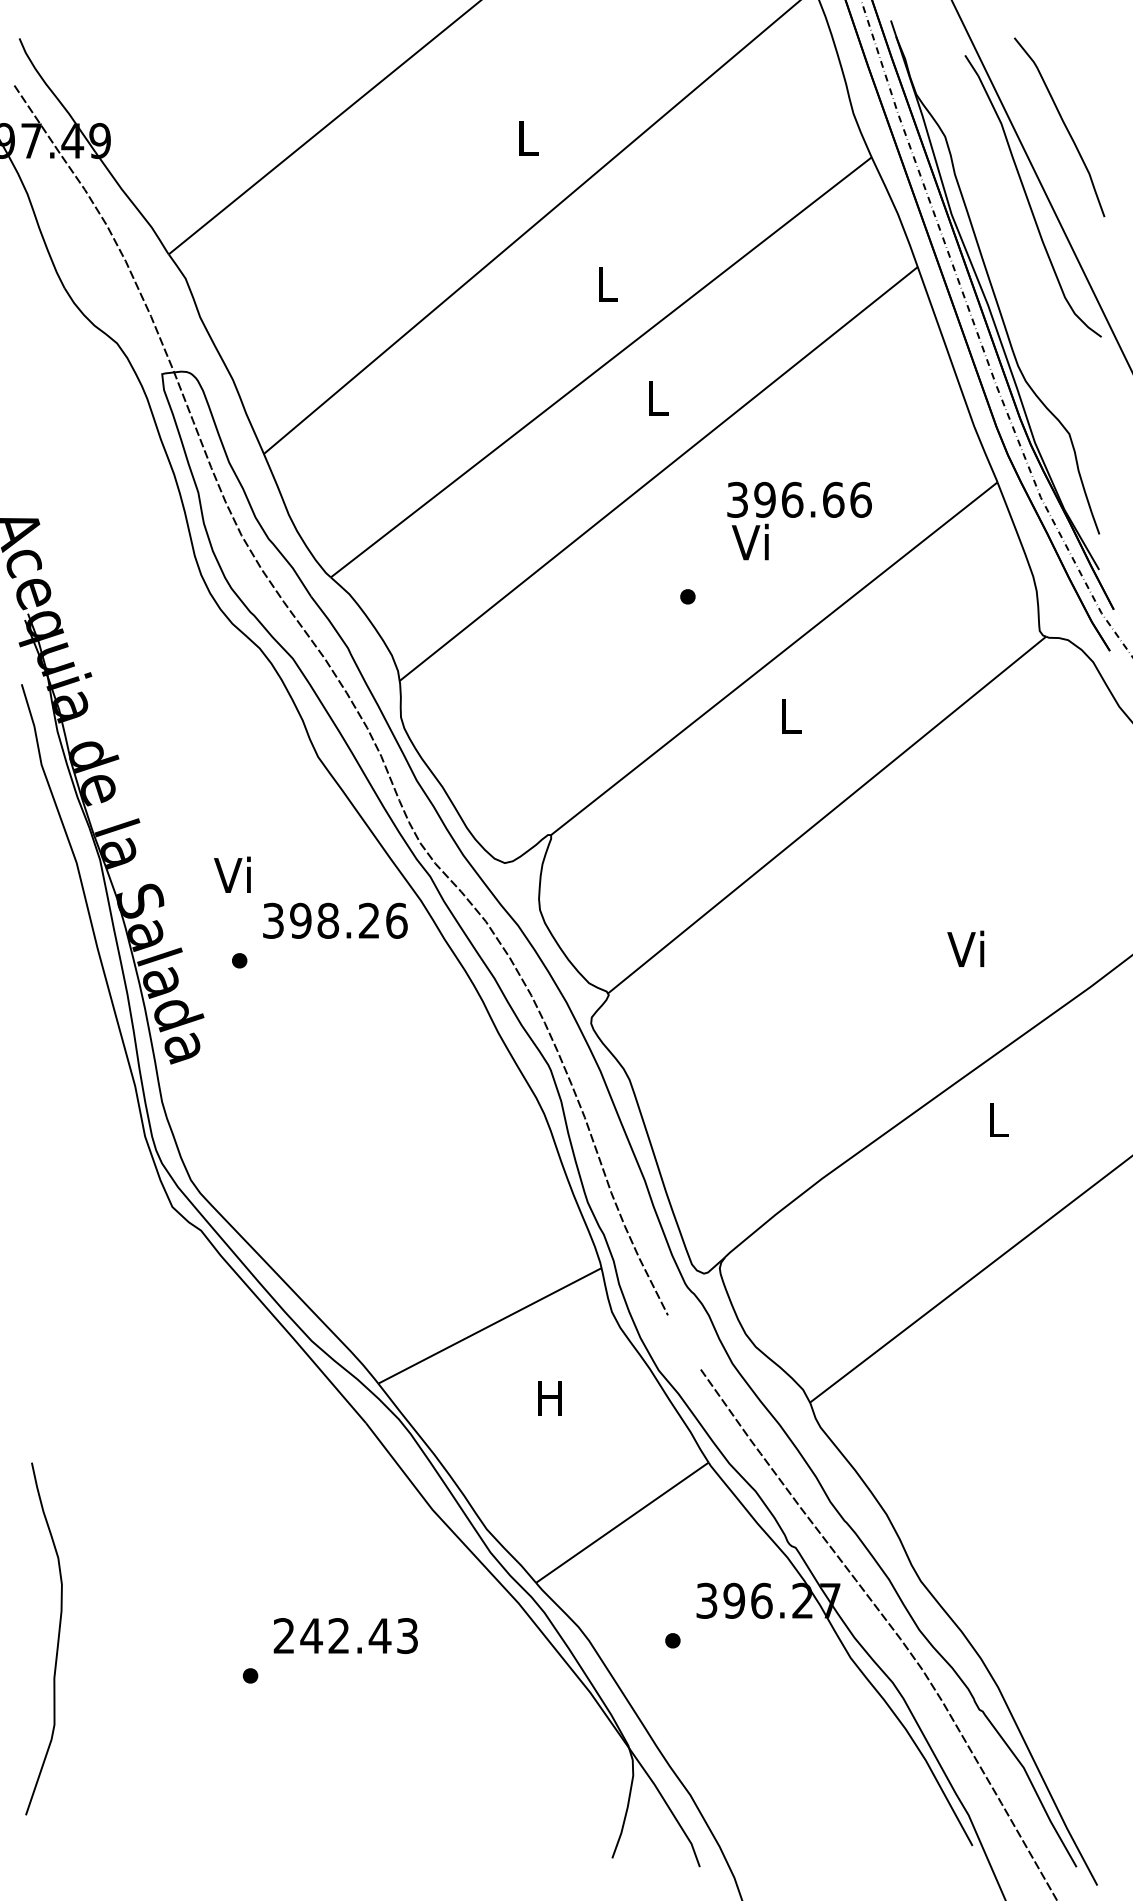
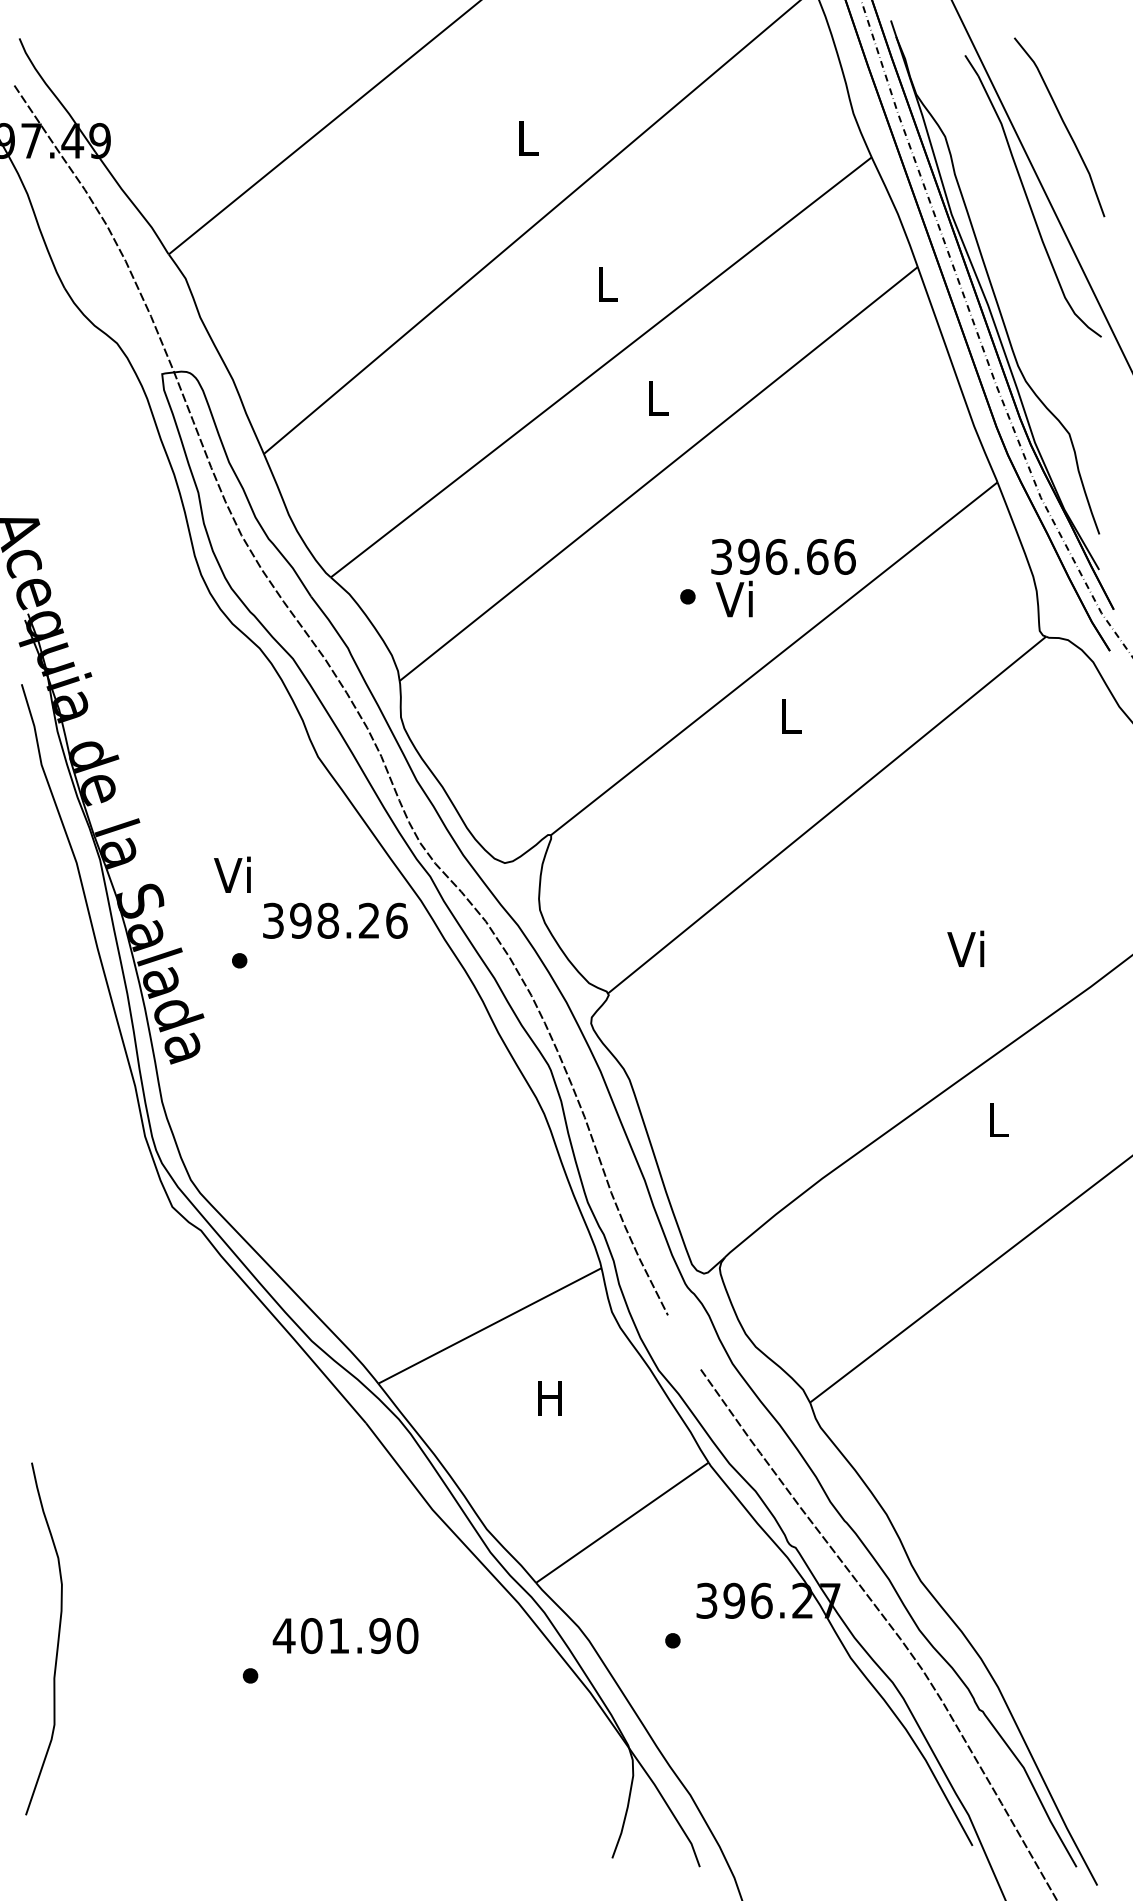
text at (799, 520) position: (799, 520) -> (783, 577)
text at (345, 1636): 242.43 -> 401.90
